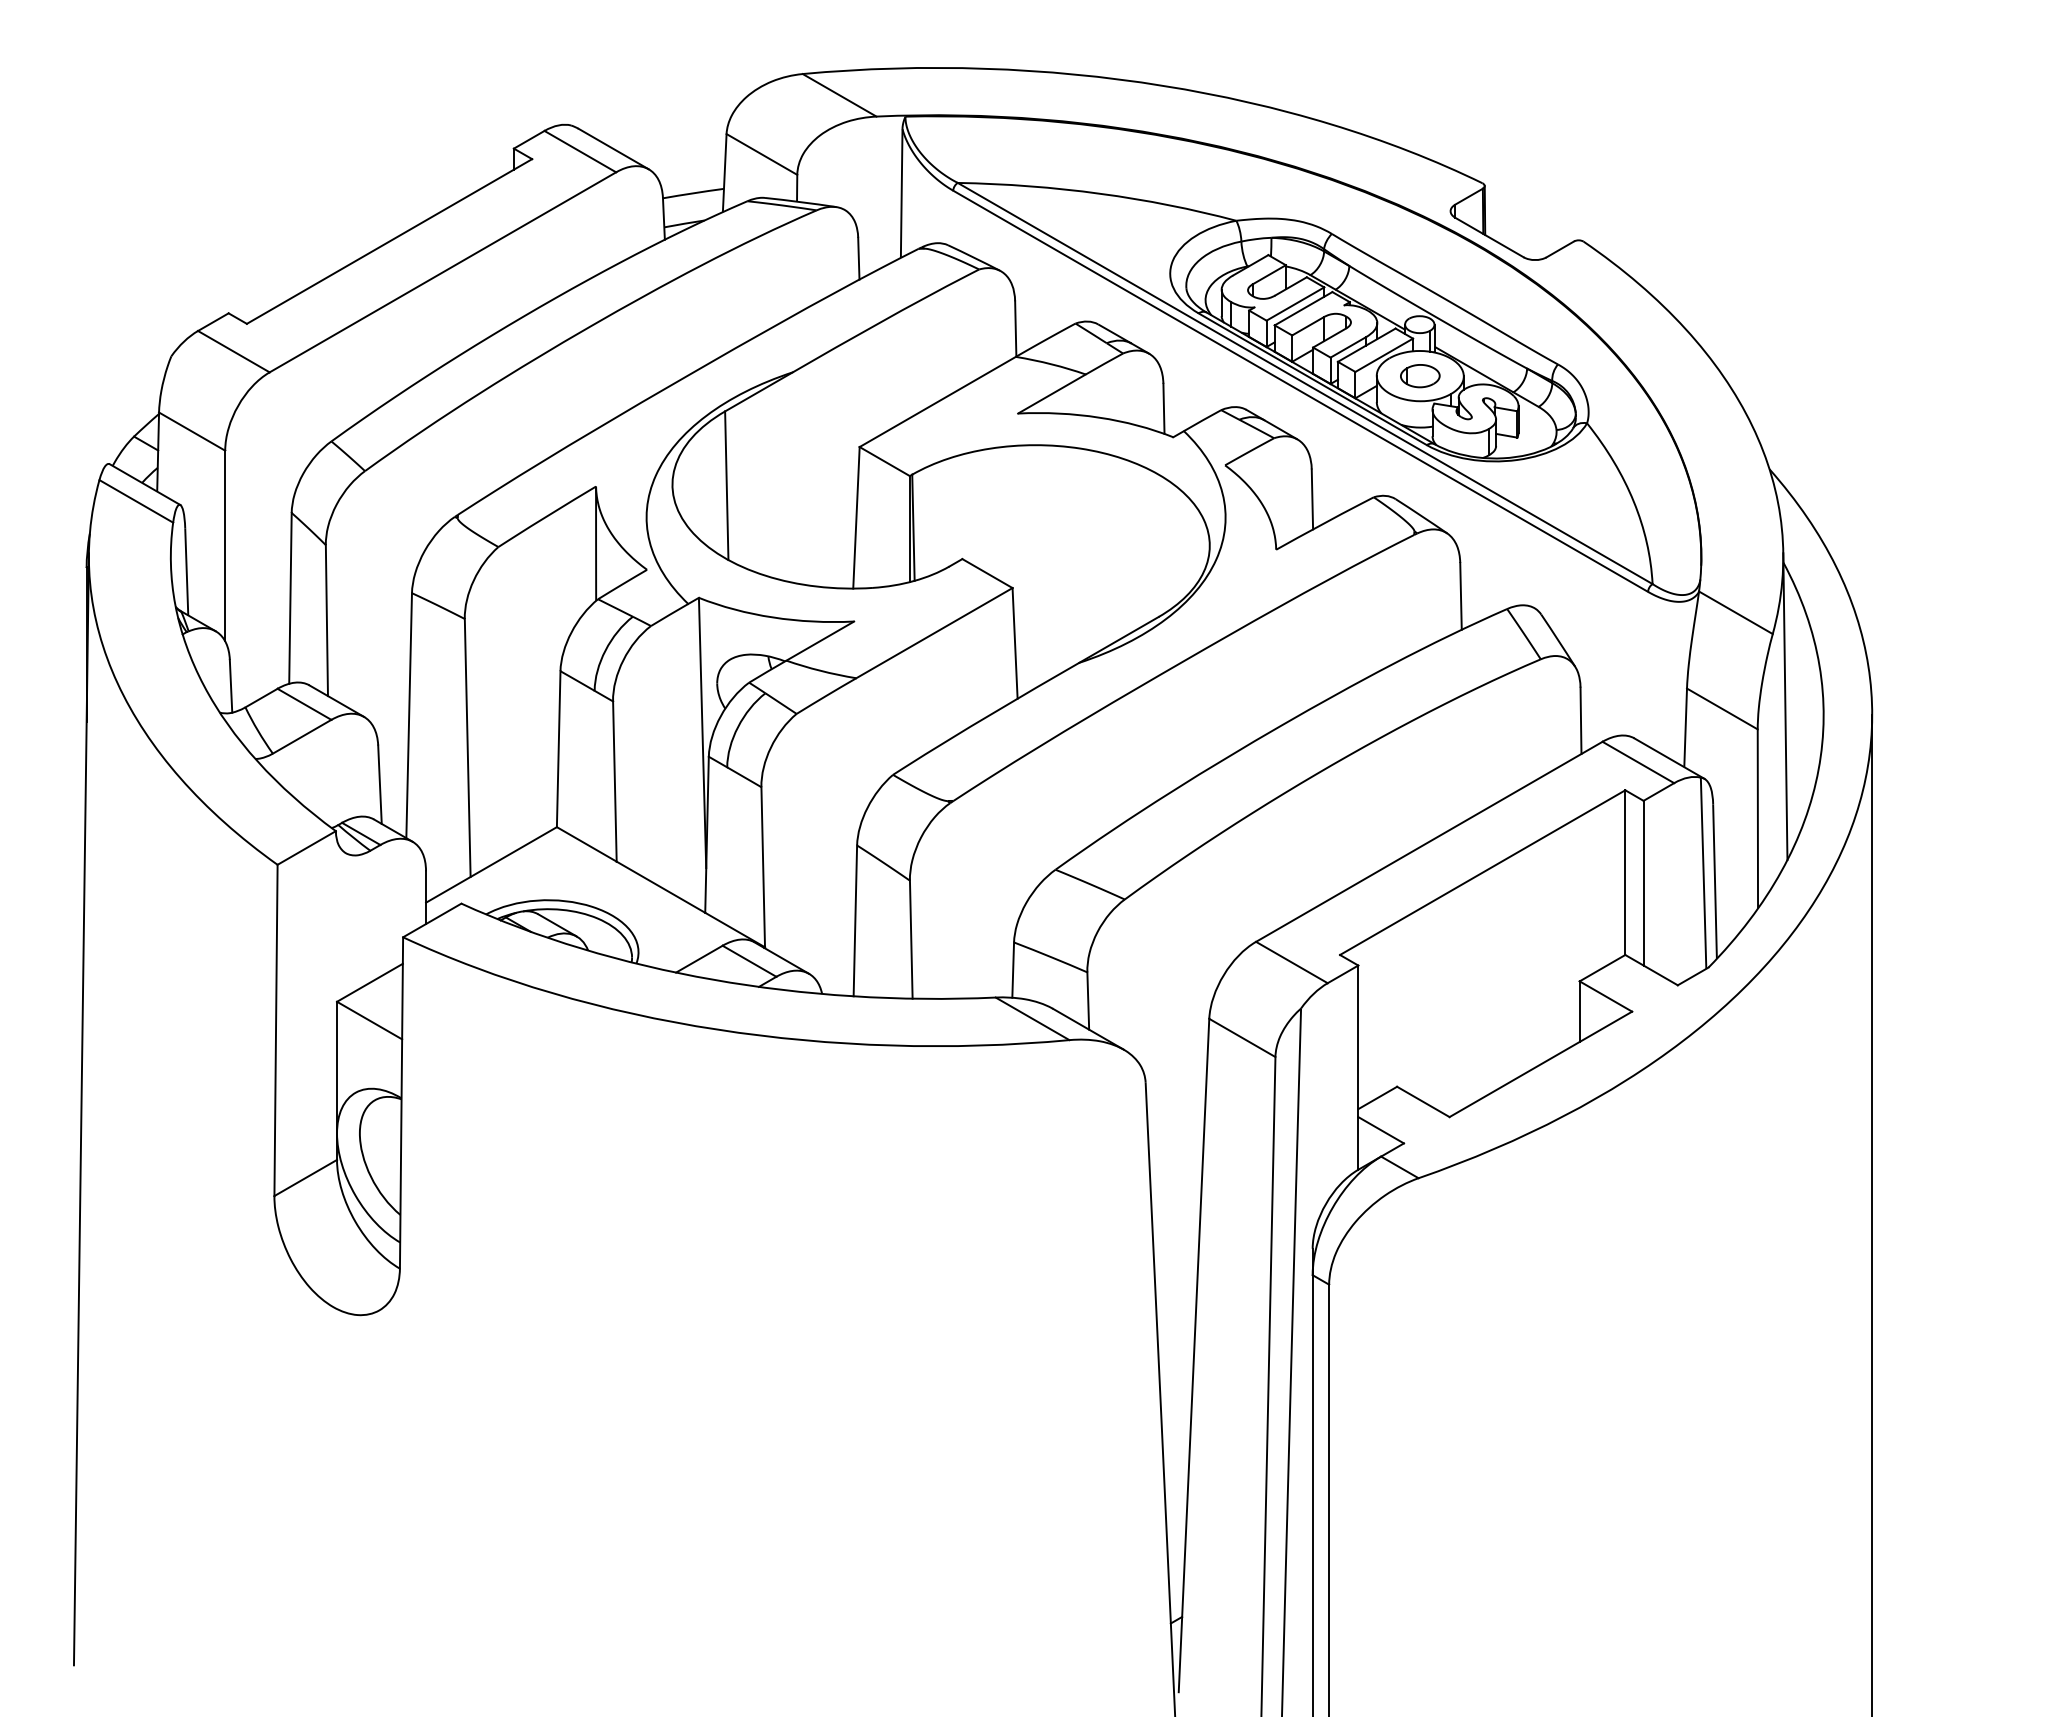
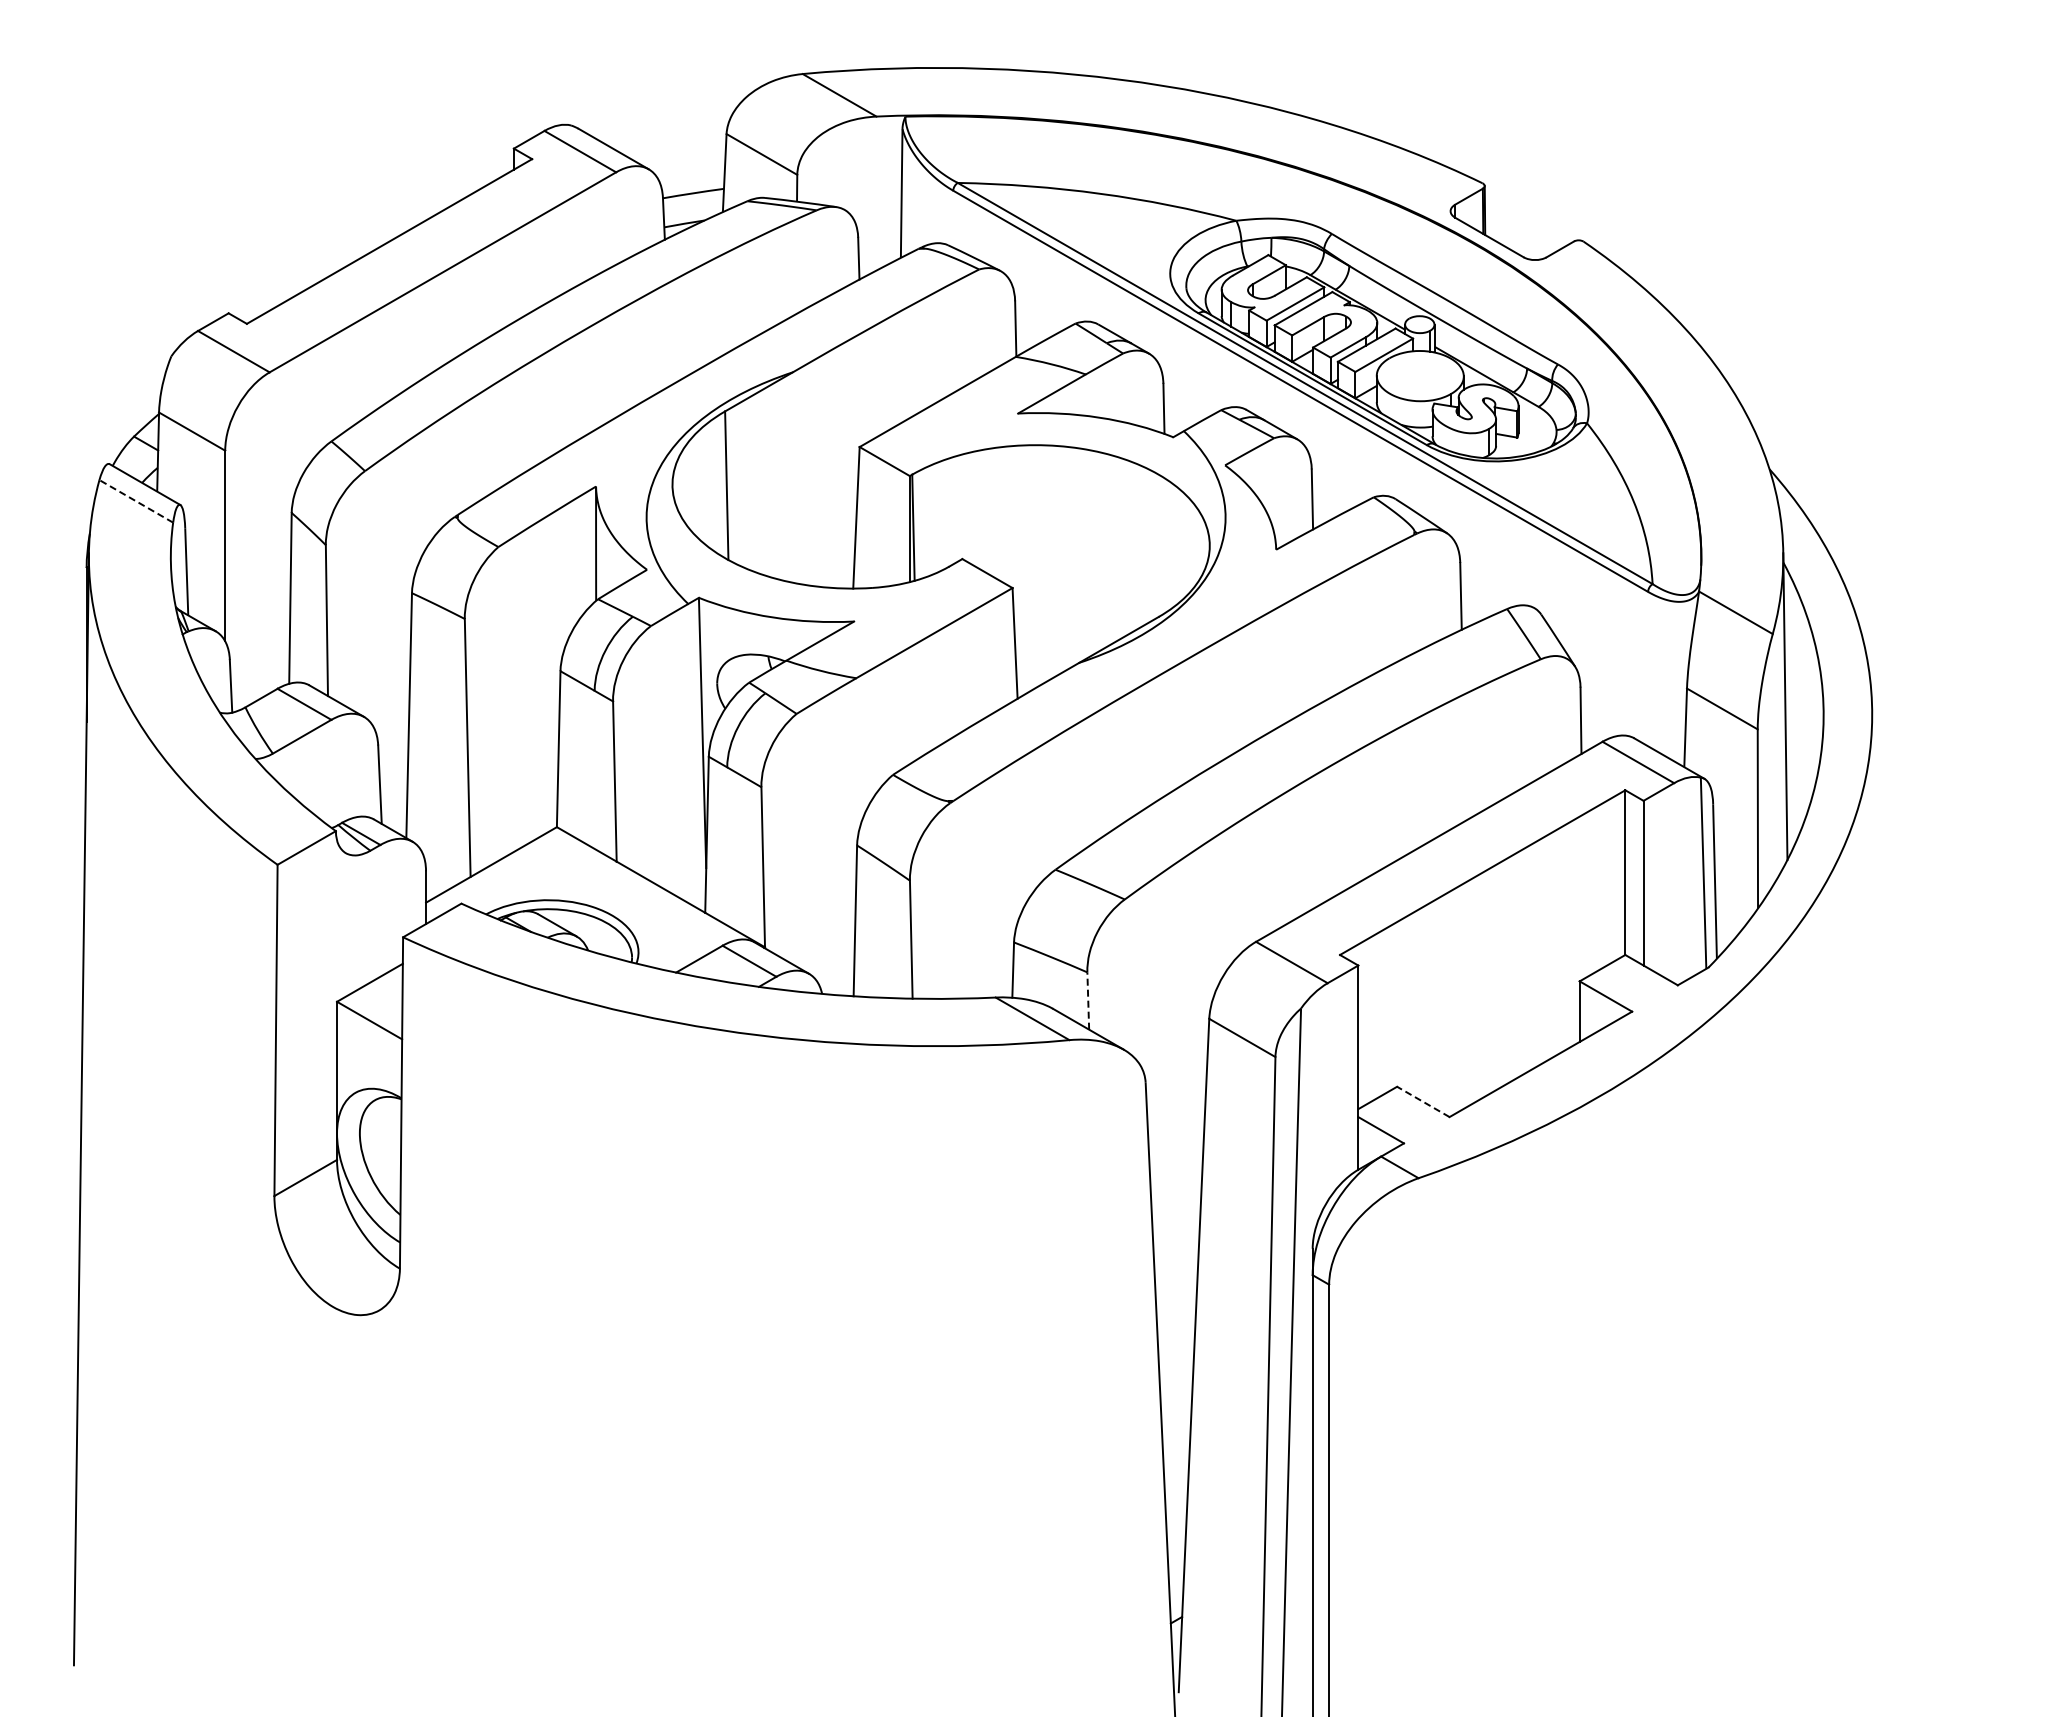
part at (1420, 376): present -> none
line at (136, 501): solid -> dashed
line at (1088, 1001): solid -> dashed
line at (1422, 1101): solid -> dashed
line at (1872, 1214): present -> none
